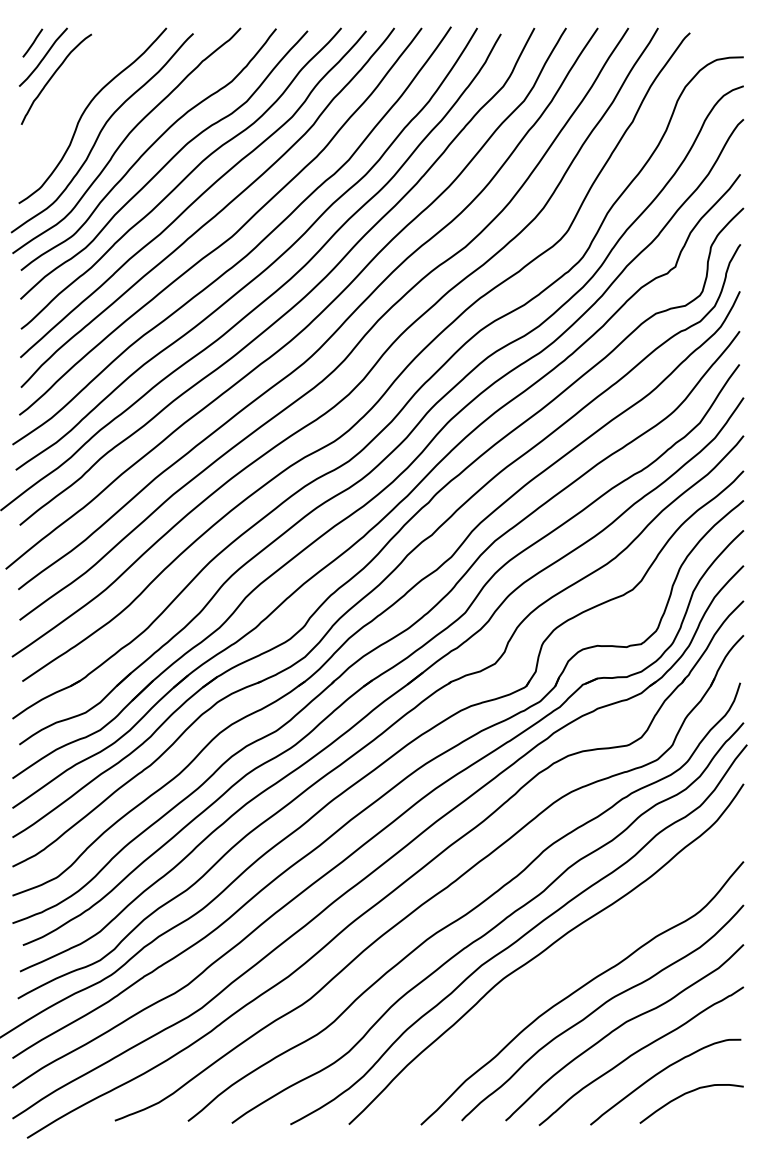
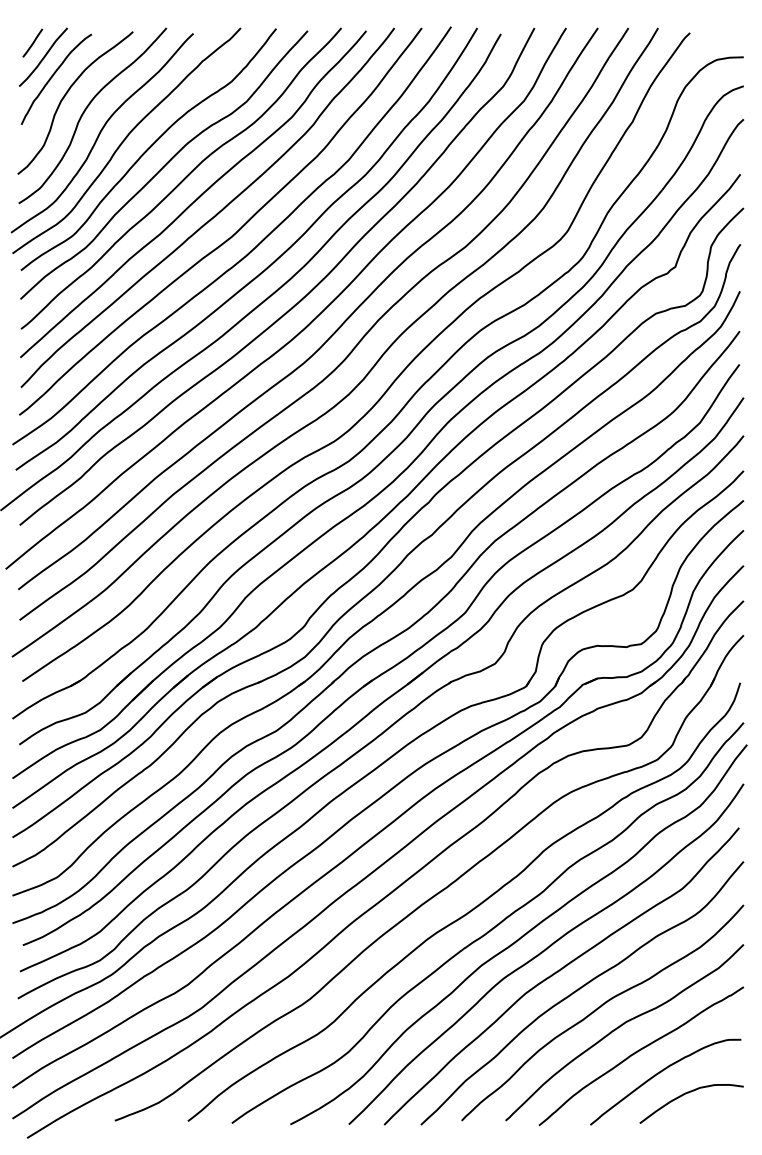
curve at (66, 95): none -> present
curve at (558, 972): none -> present
